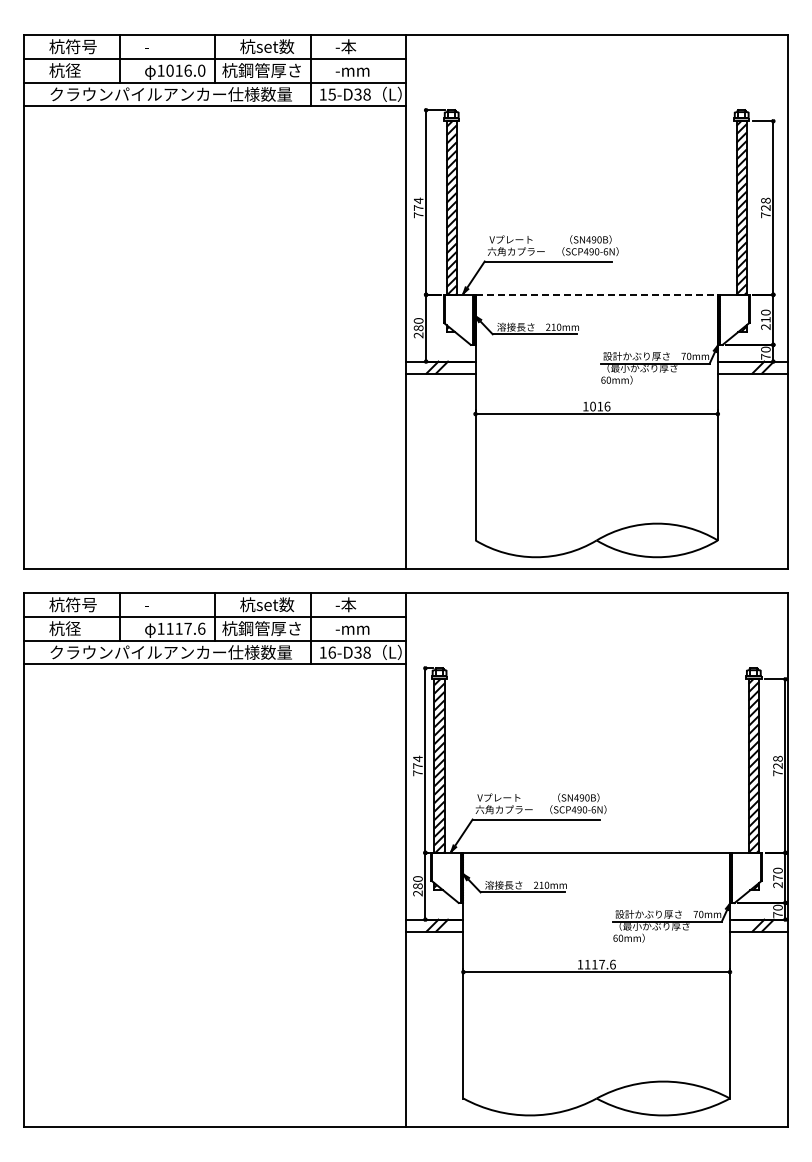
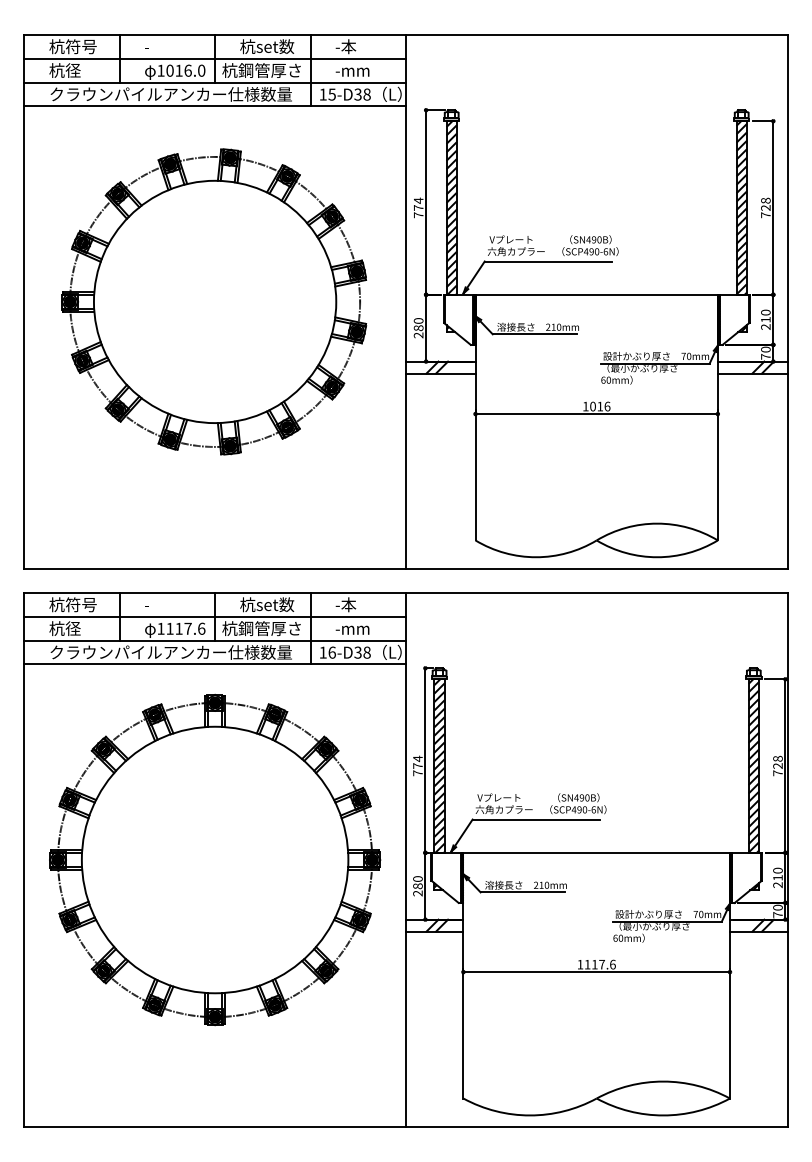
line at (597, 294): dashed -> solid
part at (214, 301): none -> present
part at (215, 859): none -> present
text at (777, 877): 270 -> 210
